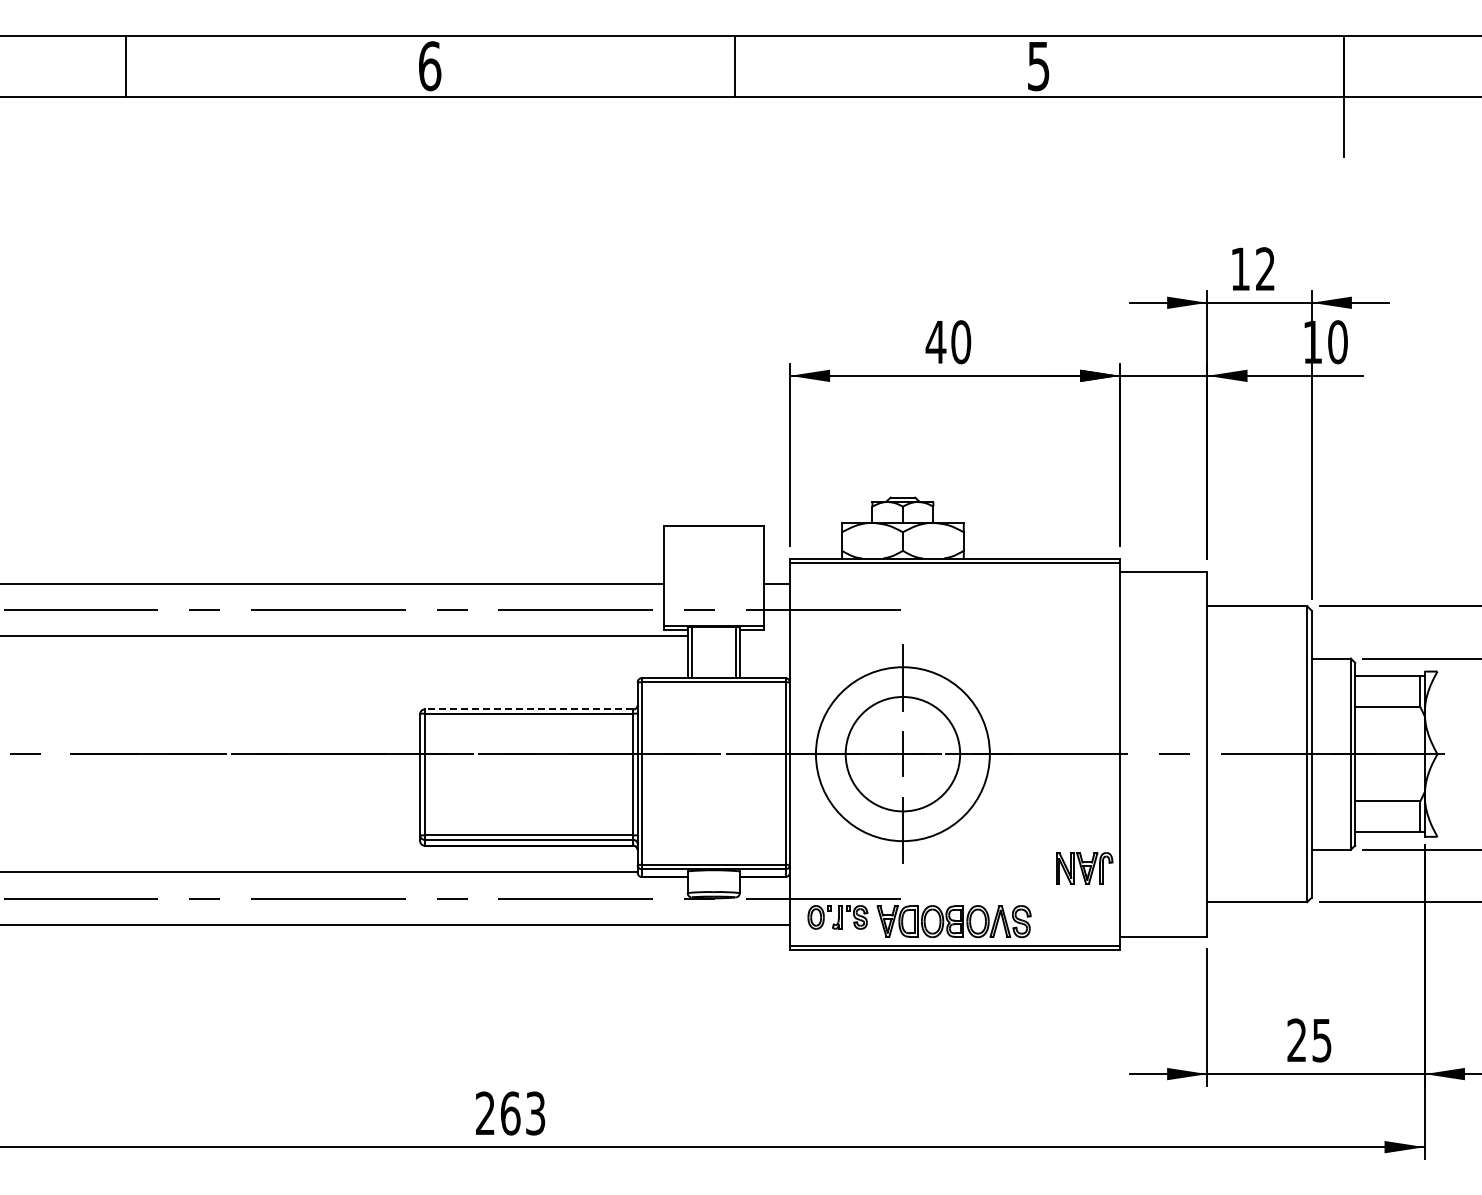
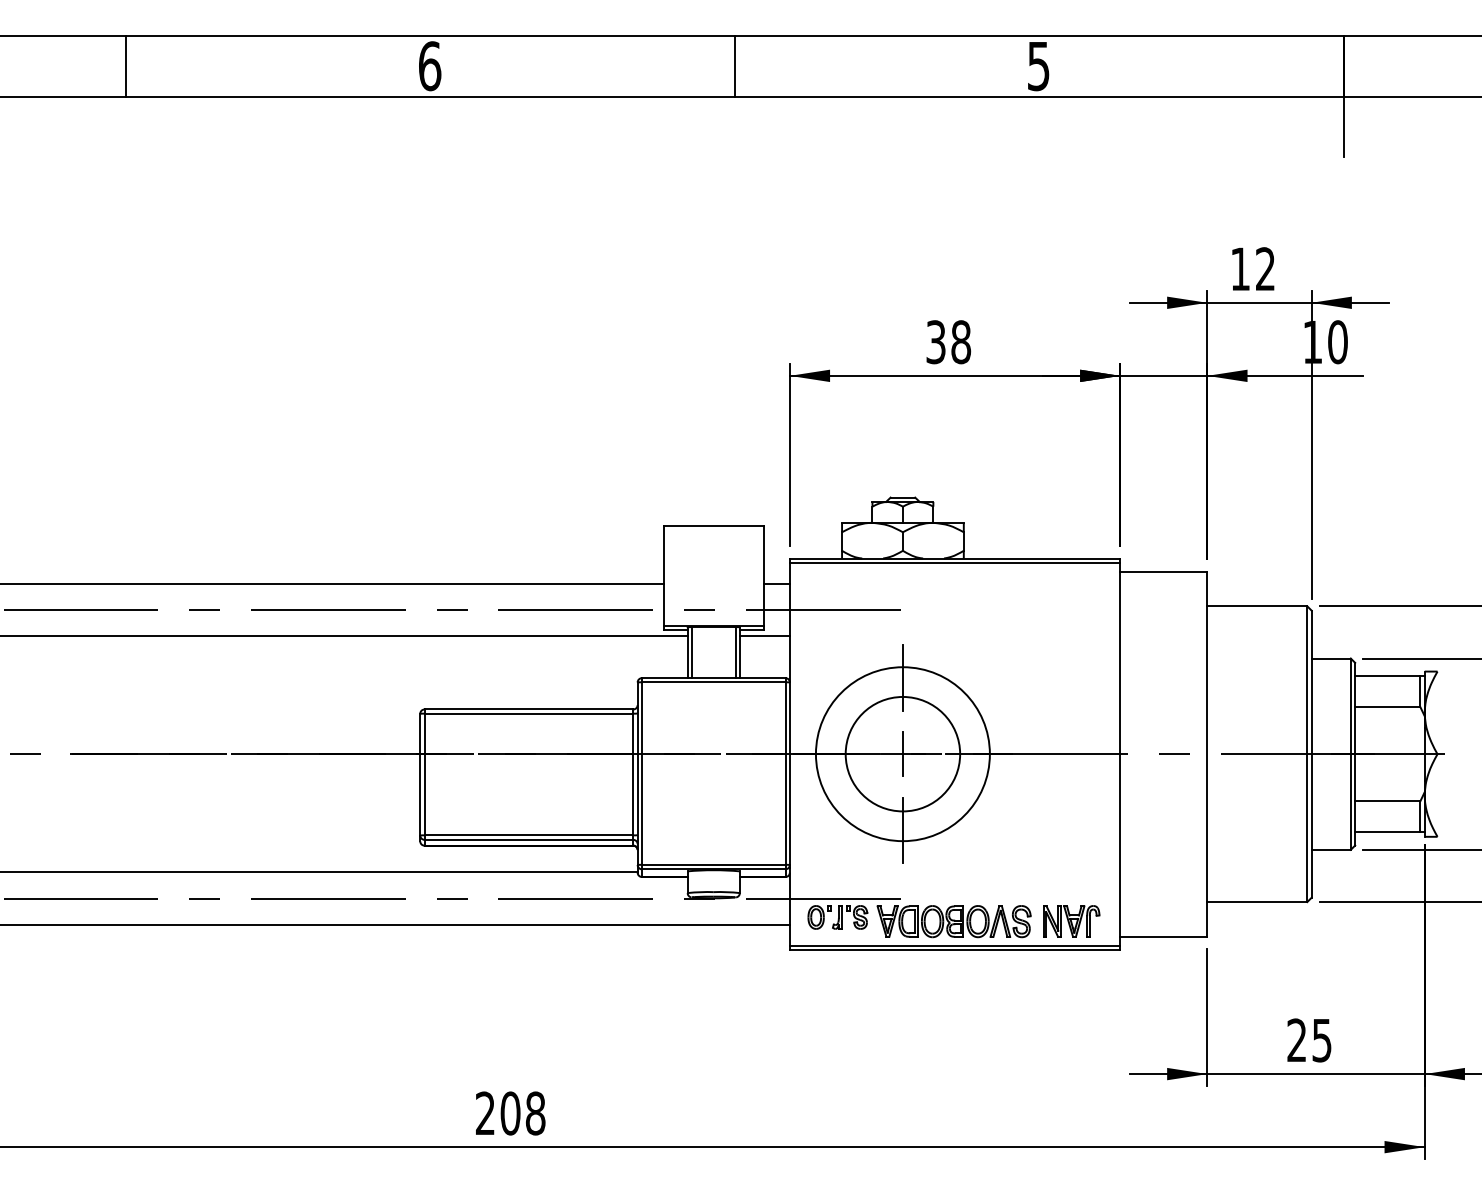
text at (948, 342): 40 -> 38
line at (764, 635): none -> present
line at (528, 709): dashed -> solid
part at (1084, 868) position: (1084, 868) -> (1071, 921)
text at (522, 1113): 263 -> 208
